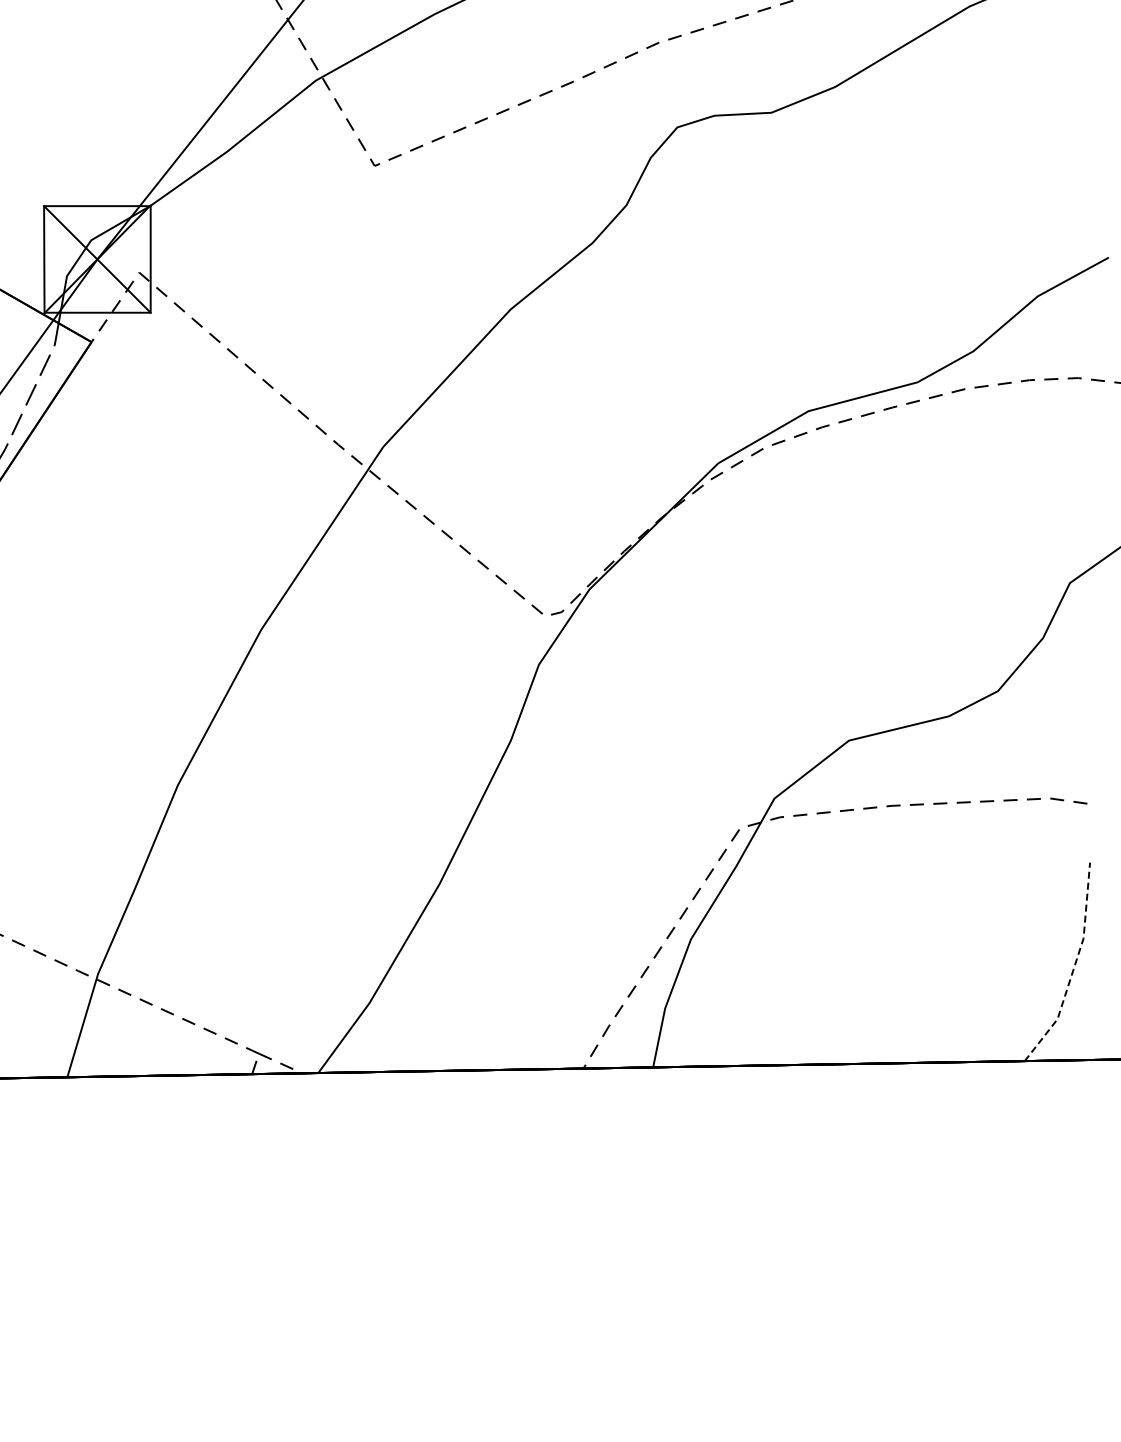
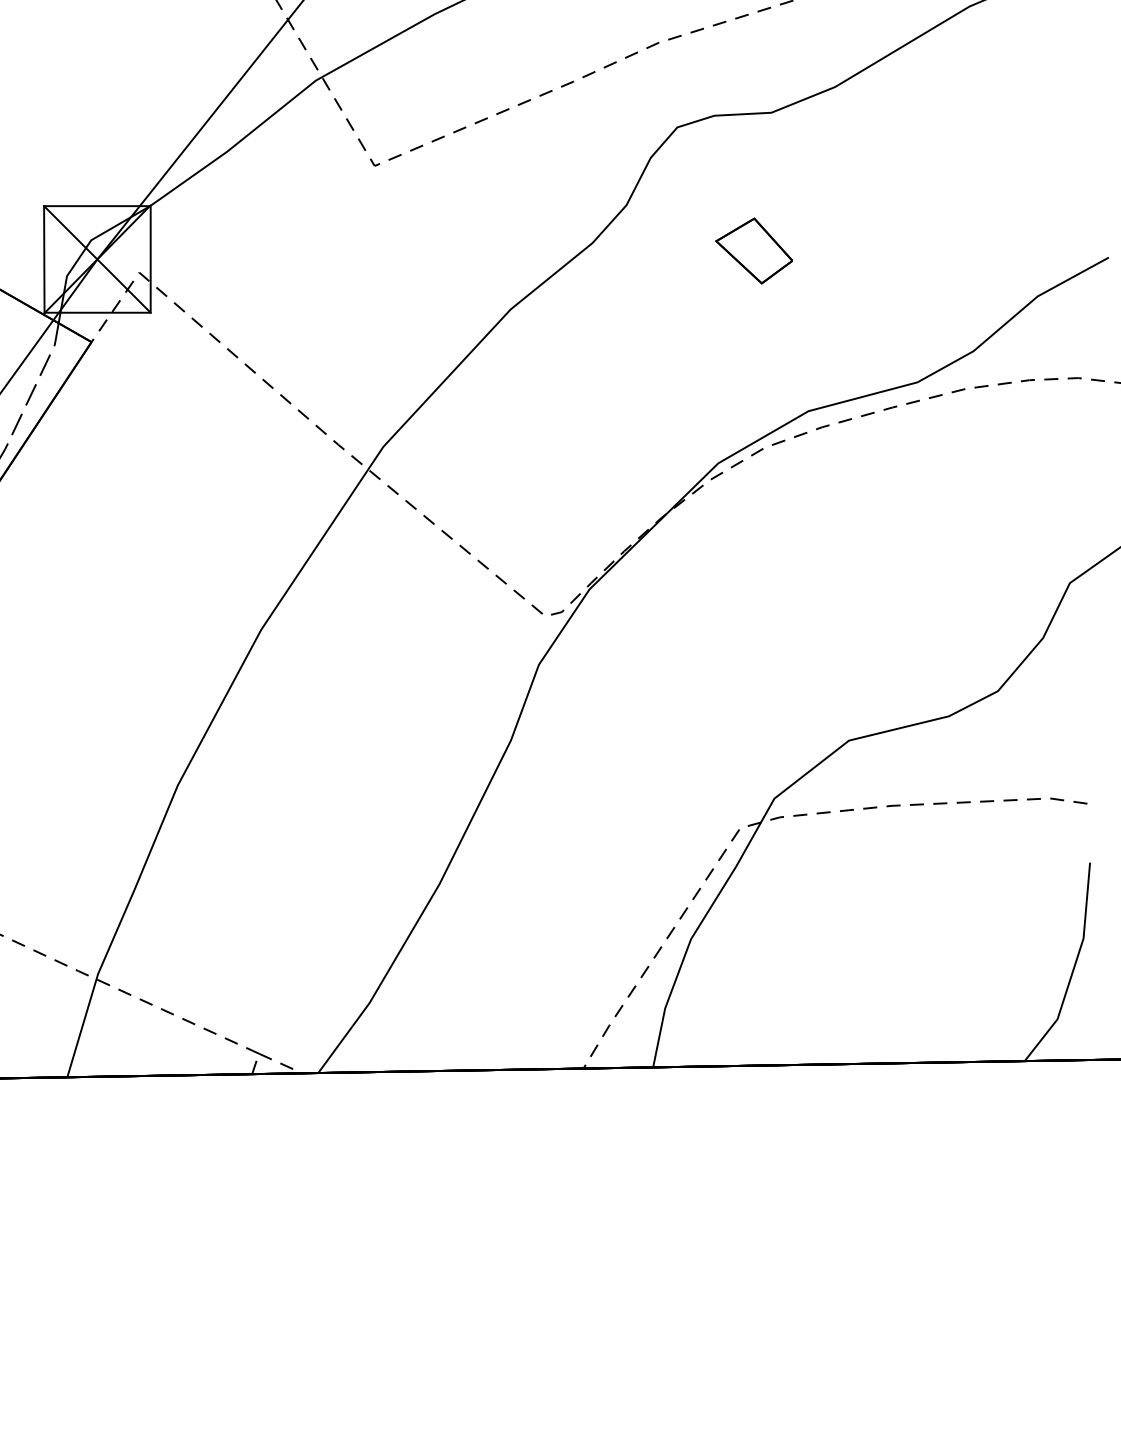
part at (753, 250): none -> present
line at (1074, 968): dashed -> solid
